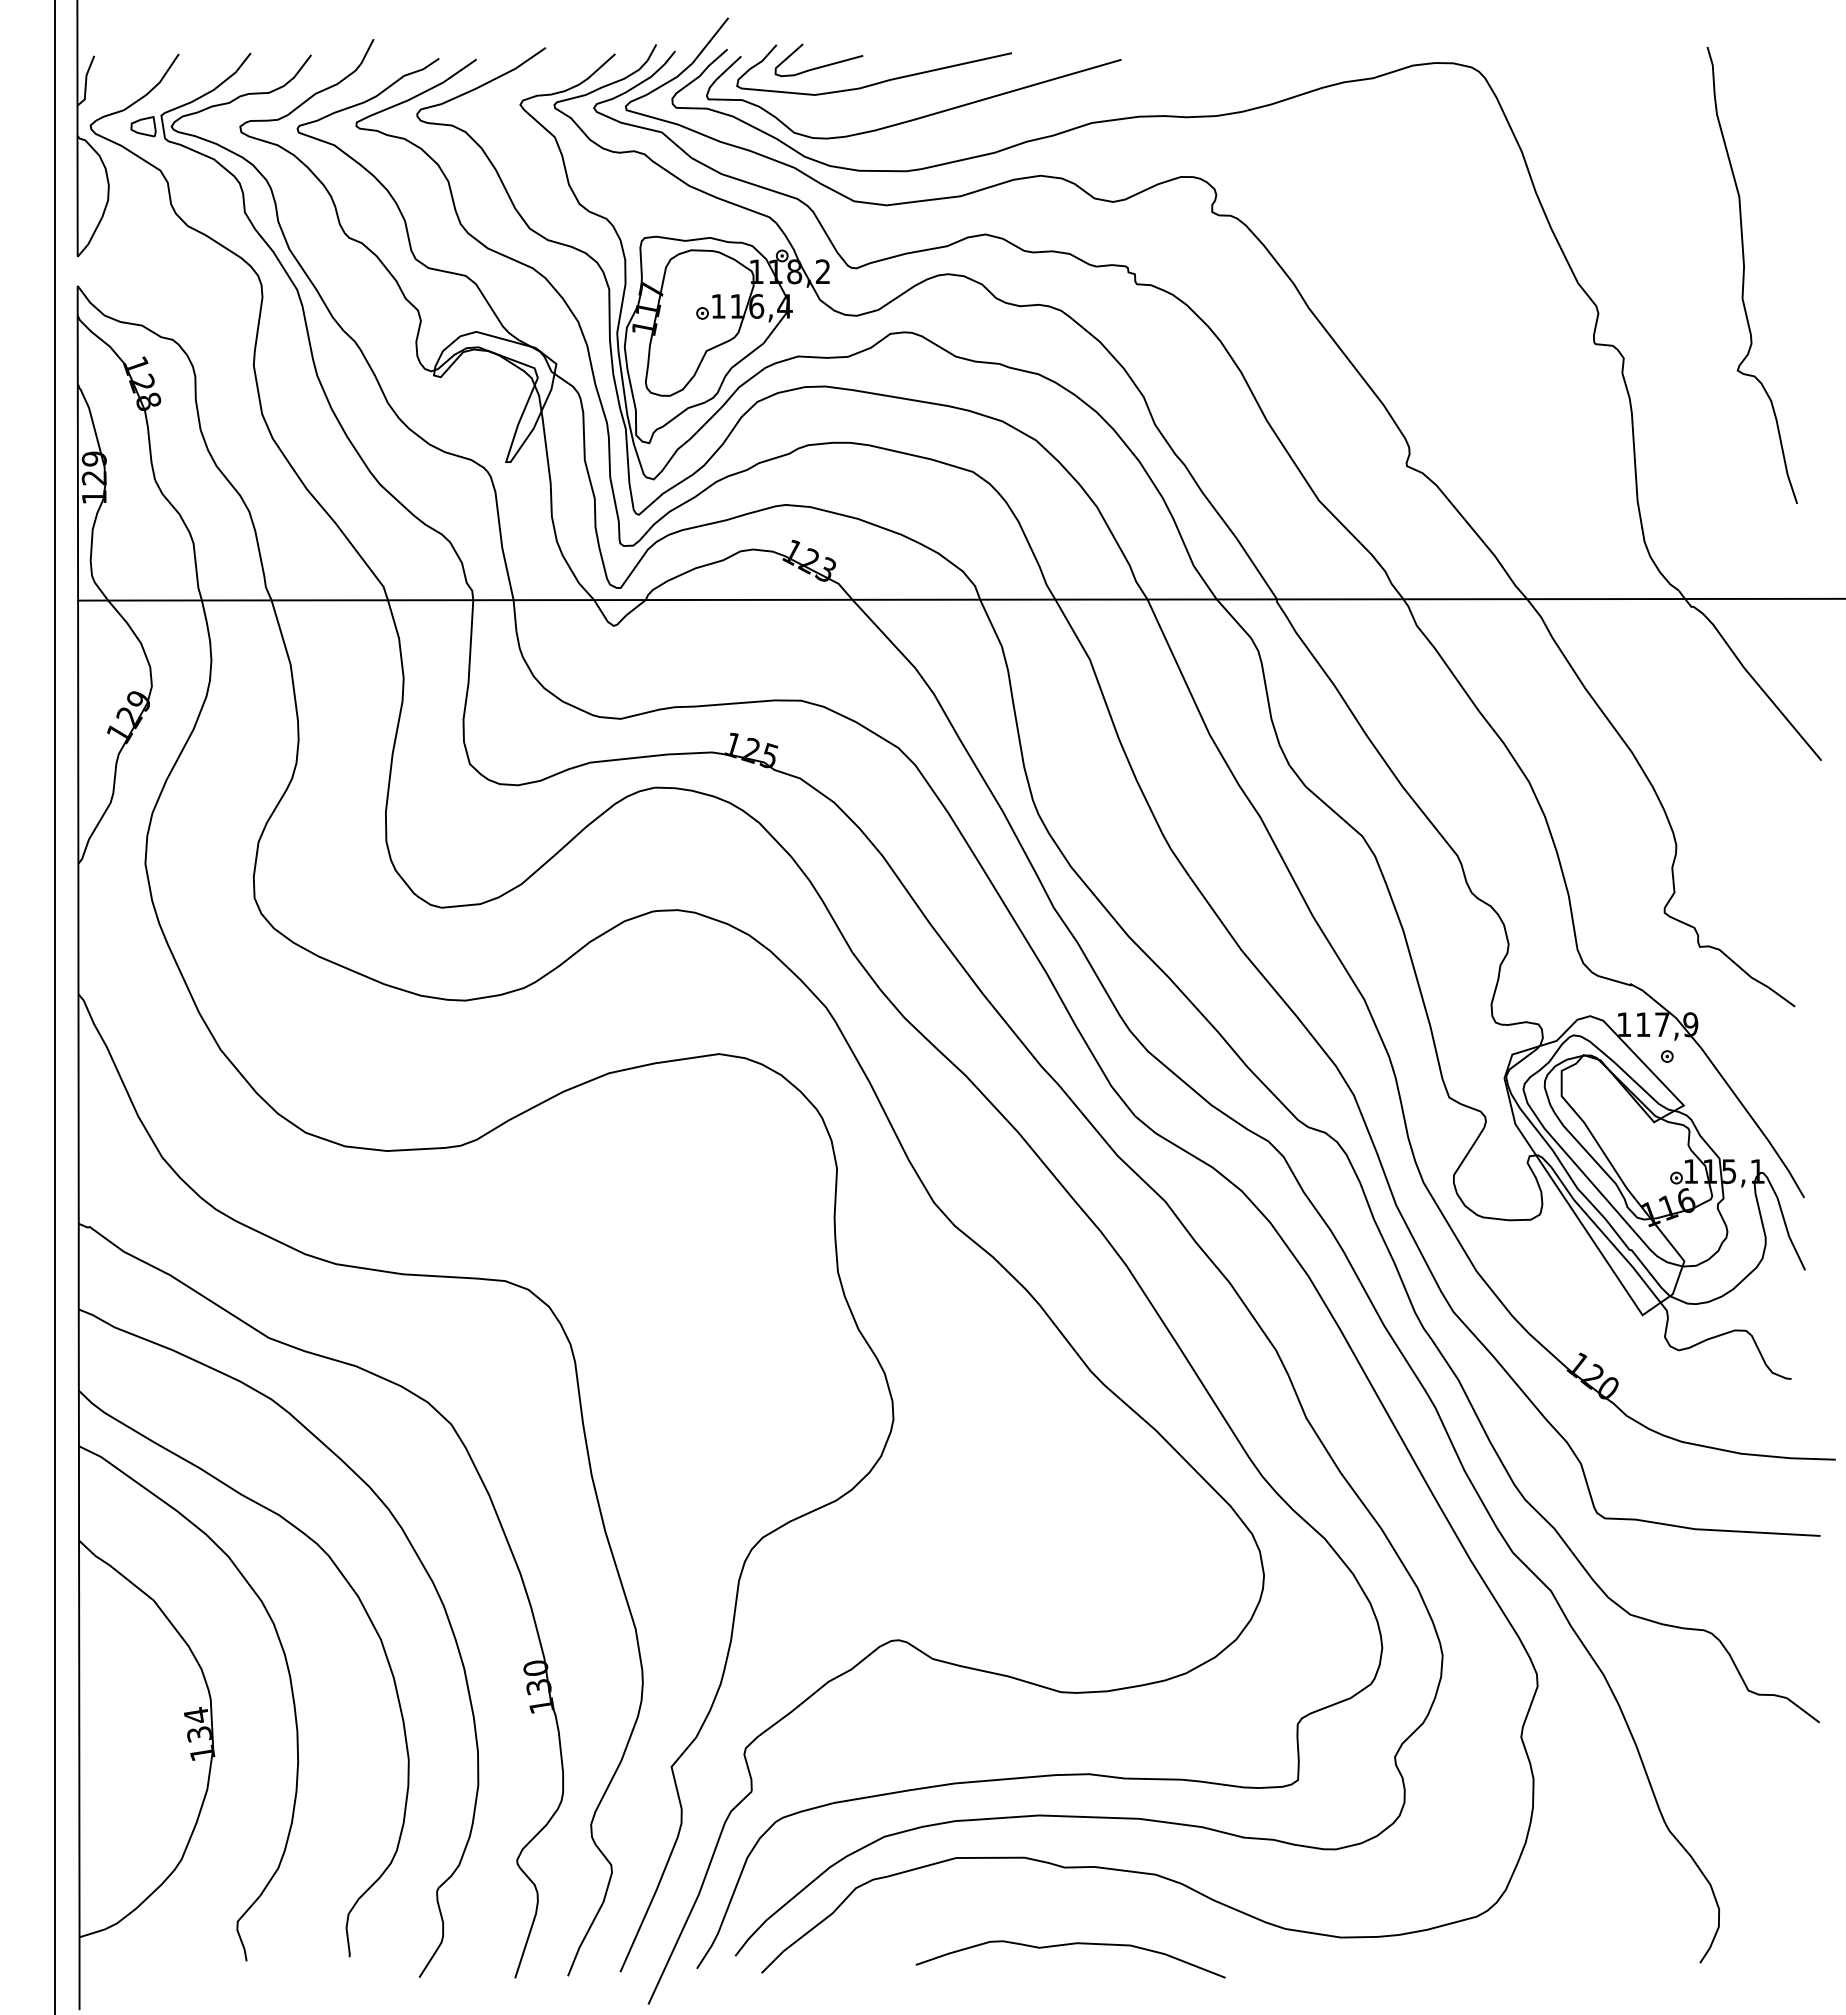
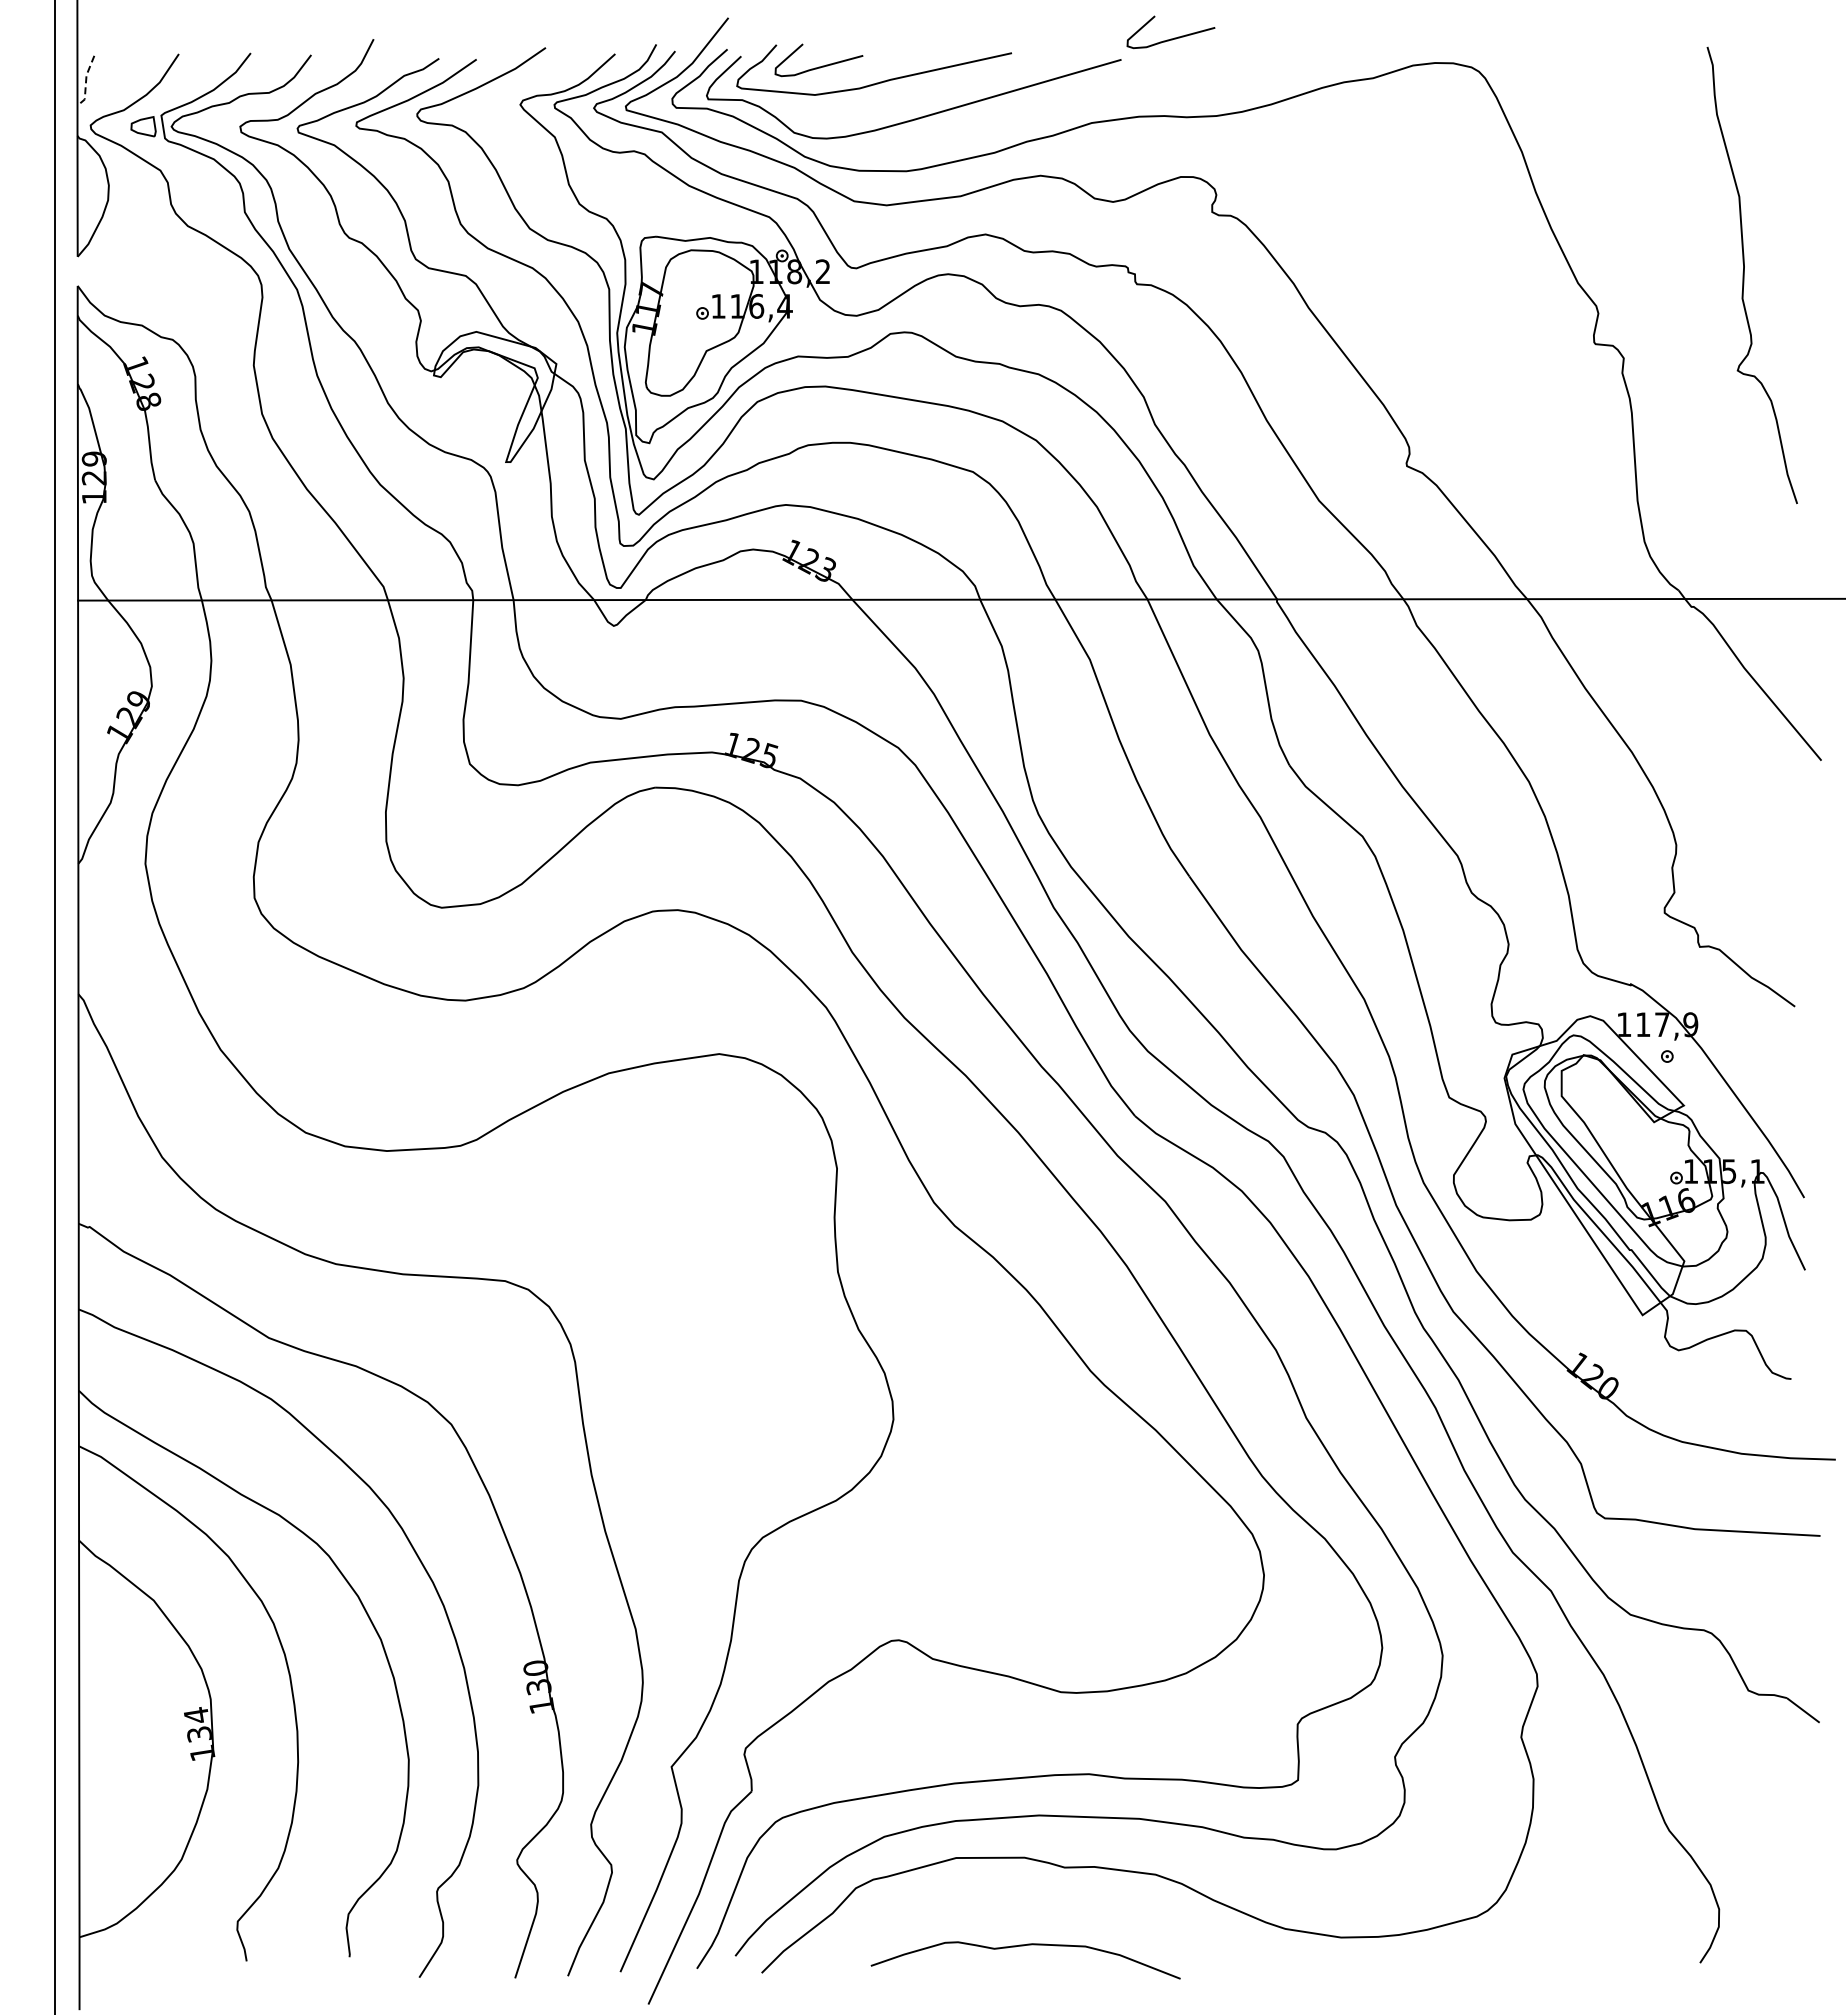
curve at (1170, 38): none -> present
line at (86, 82): solid -> dashed
curve at (1069, 1945) position: (1069, 1945) -> (1024, 1946)
